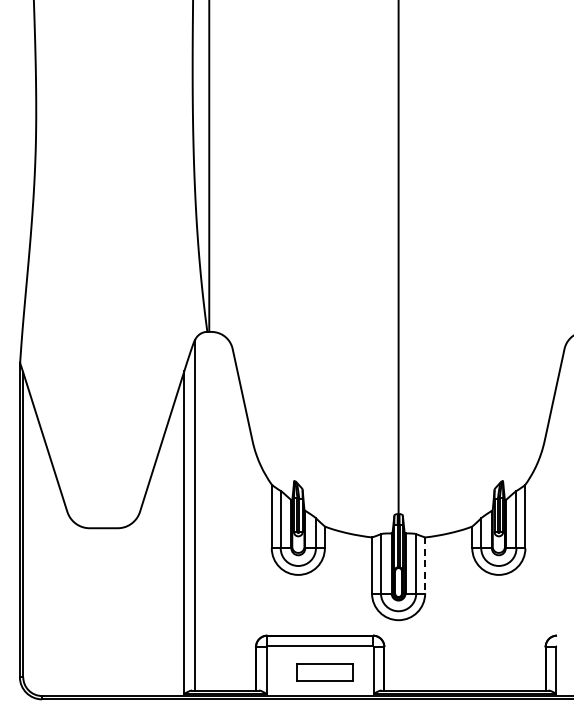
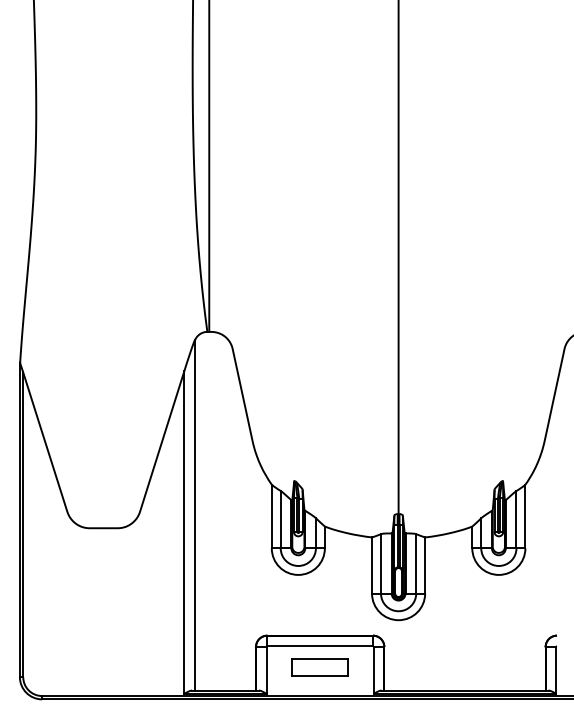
line at (425, 566): dashed -> solid
part at (324, 672) position: (324, 672) -> (319, 667)
